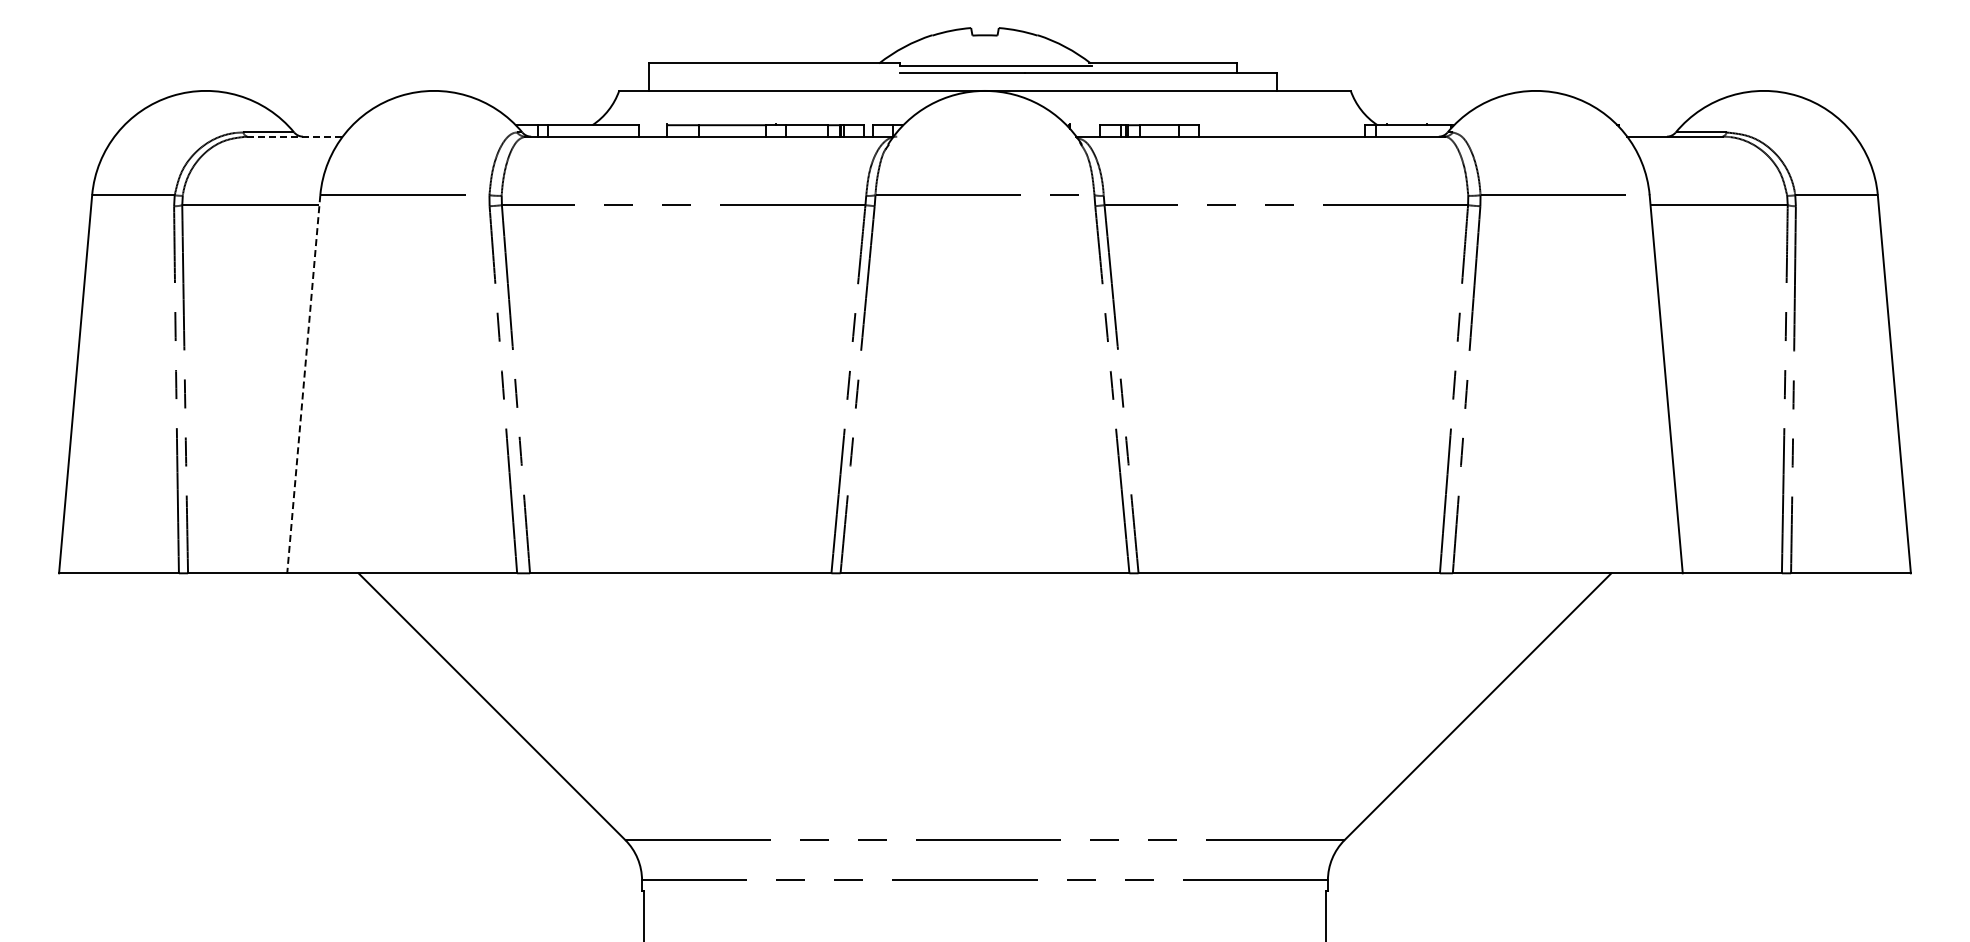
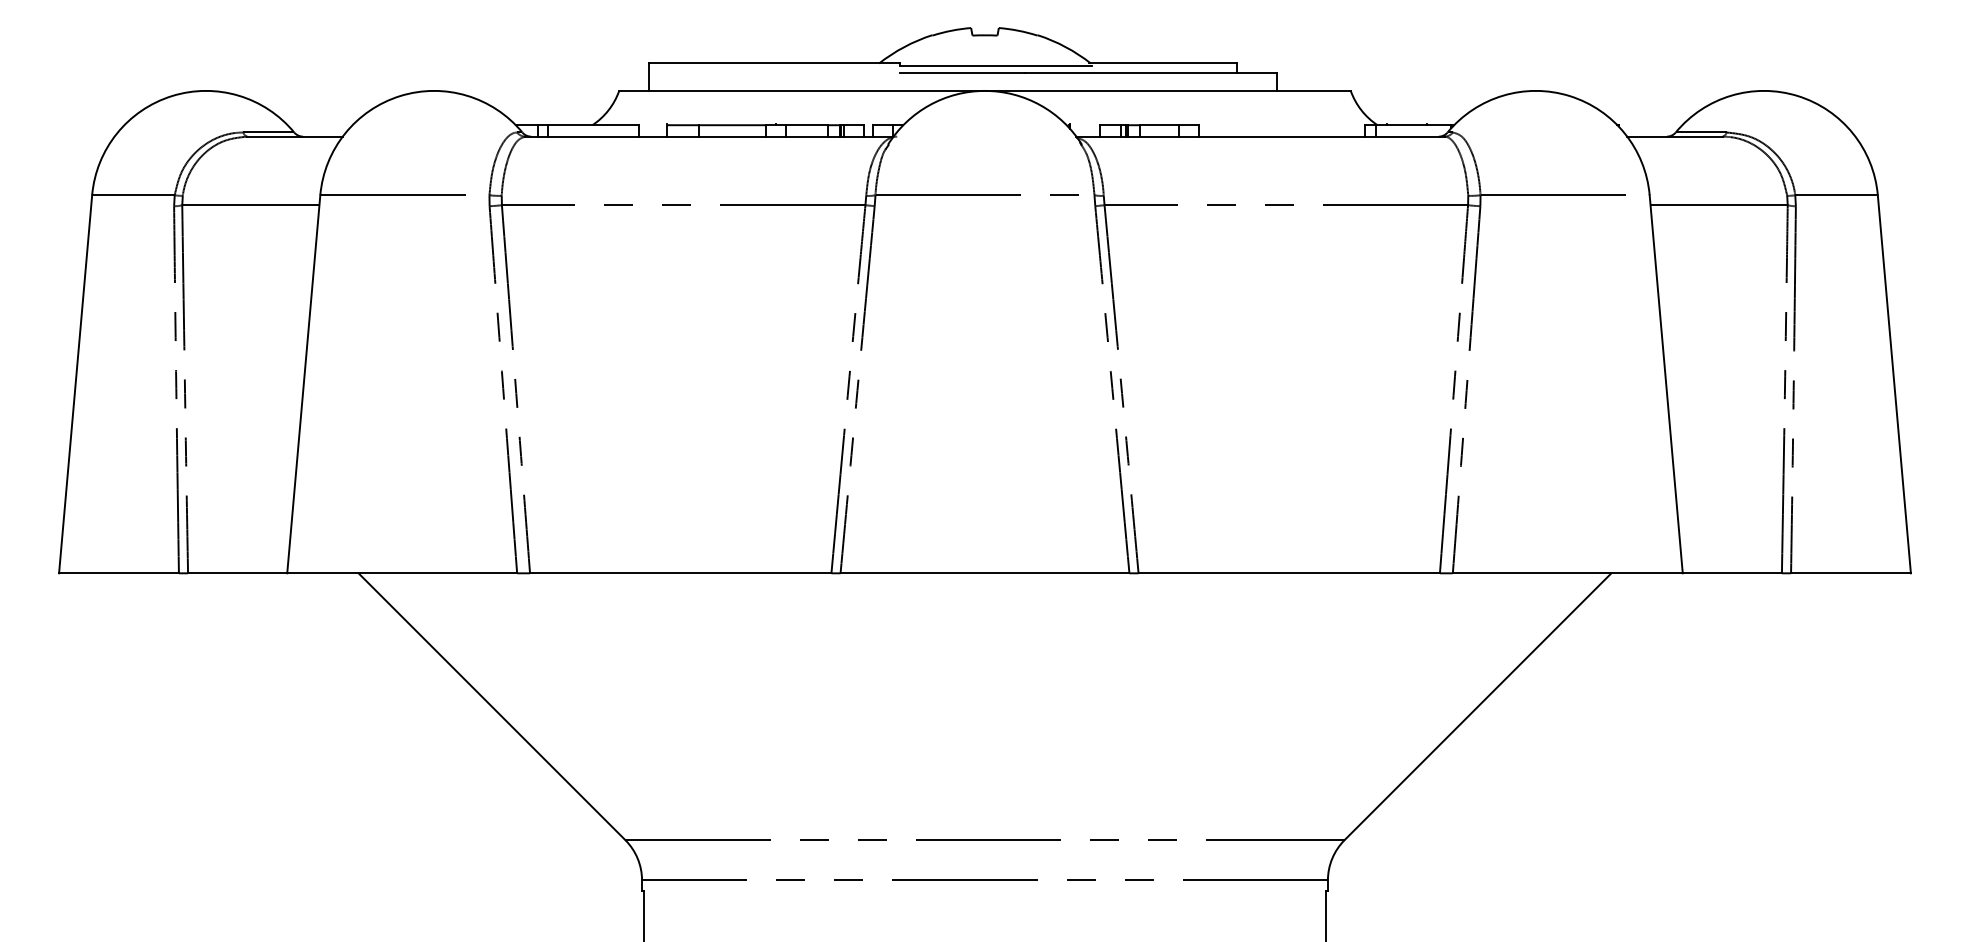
line at (294, 136): dashed -> solid
line at (303, 384): dashed -> solid
